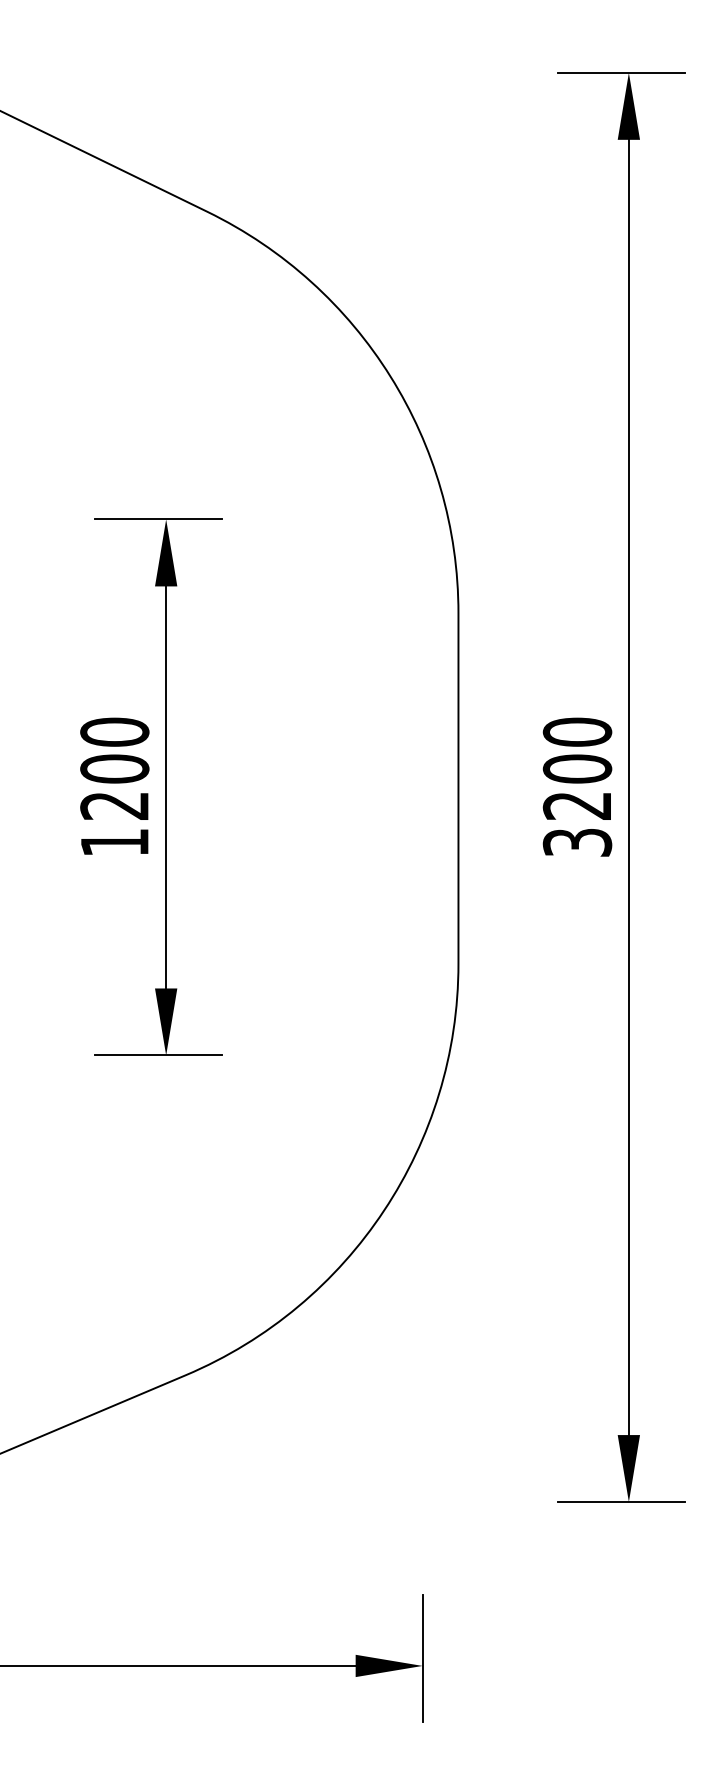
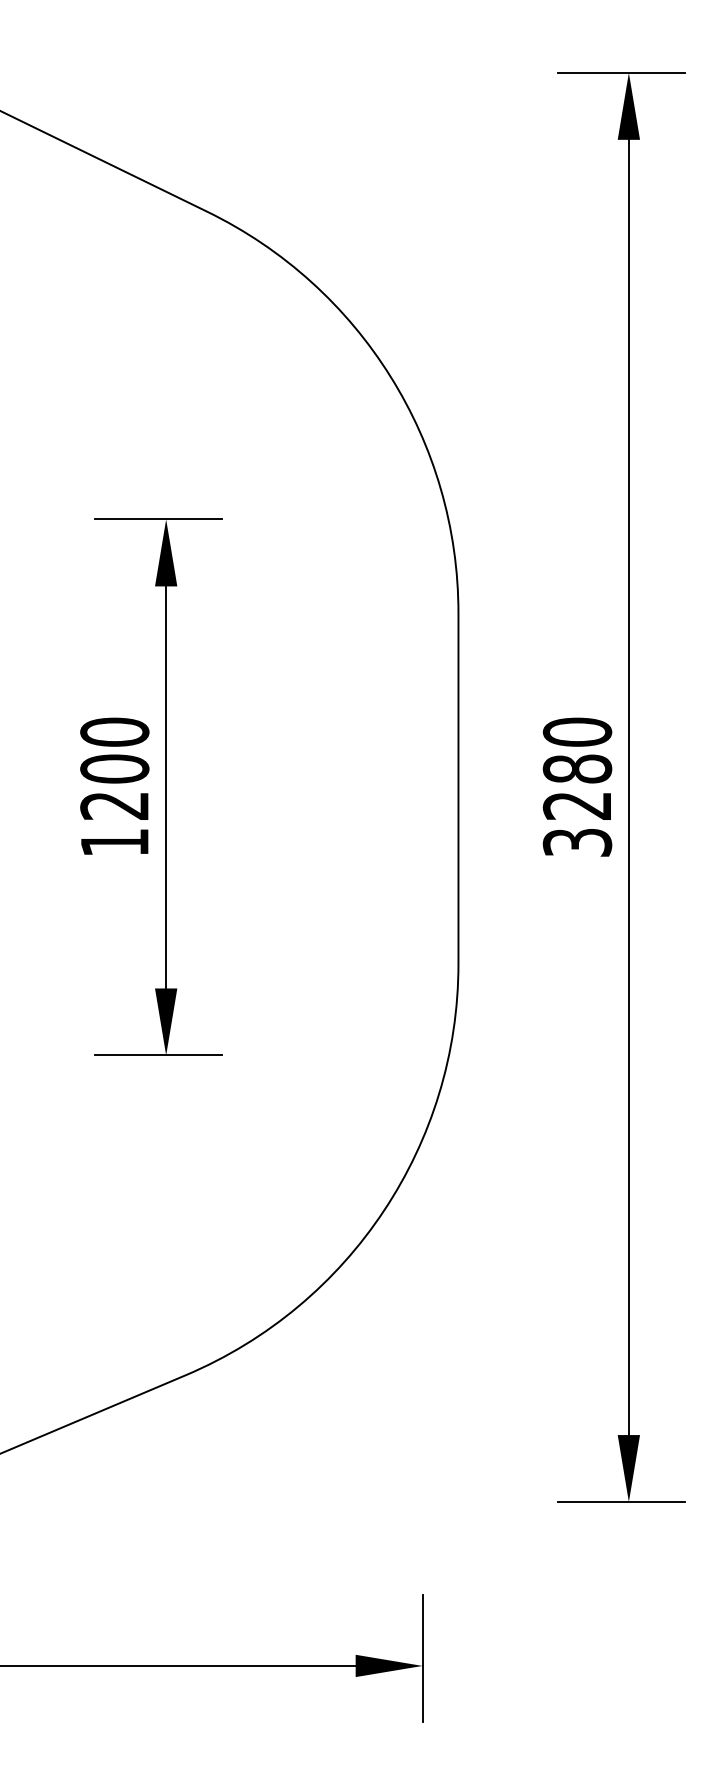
text at (577, 768): 3200 -> 3280
